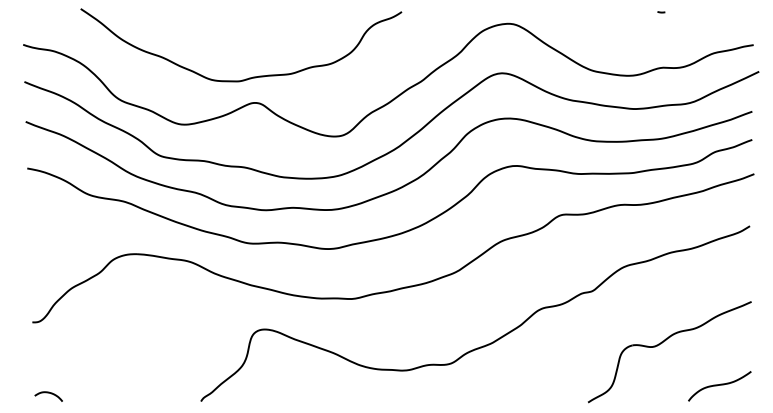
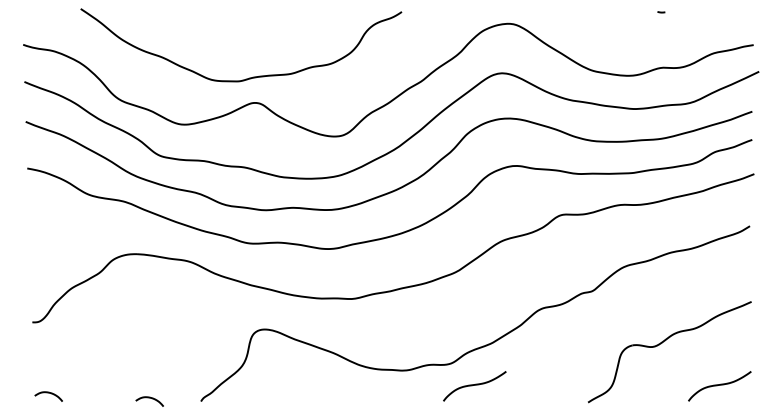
curve at (474, 385): none -> present
curve at (149, 398): none -> present
